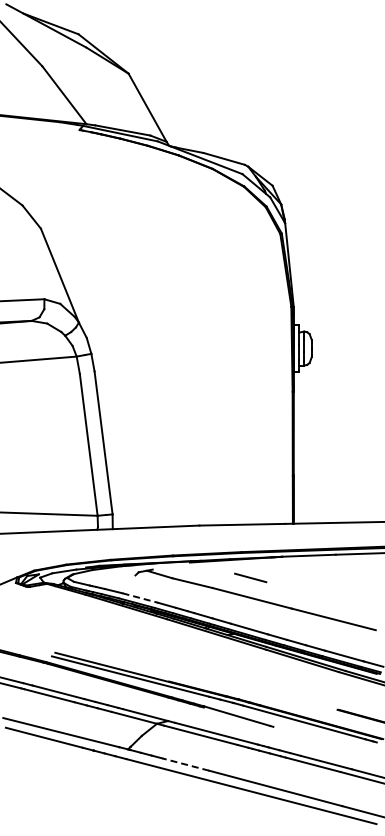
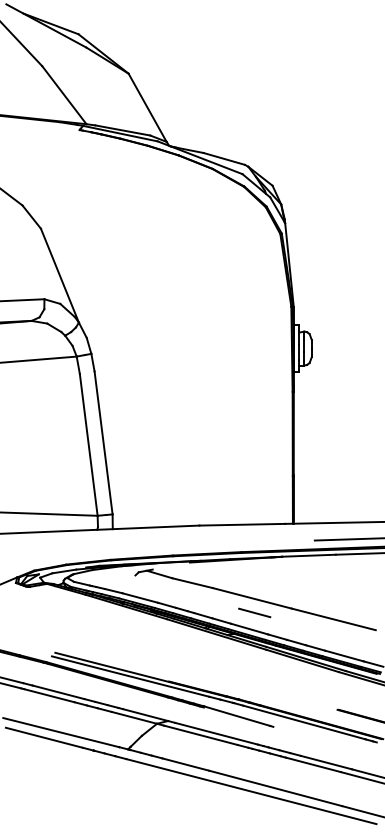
line at (347, 539): none -> present
line at (250, 577) position: (250, 577) -> (254, 612)
line at (140, 598): dashed -> solid
line at (185, 764): dashed -> solid
